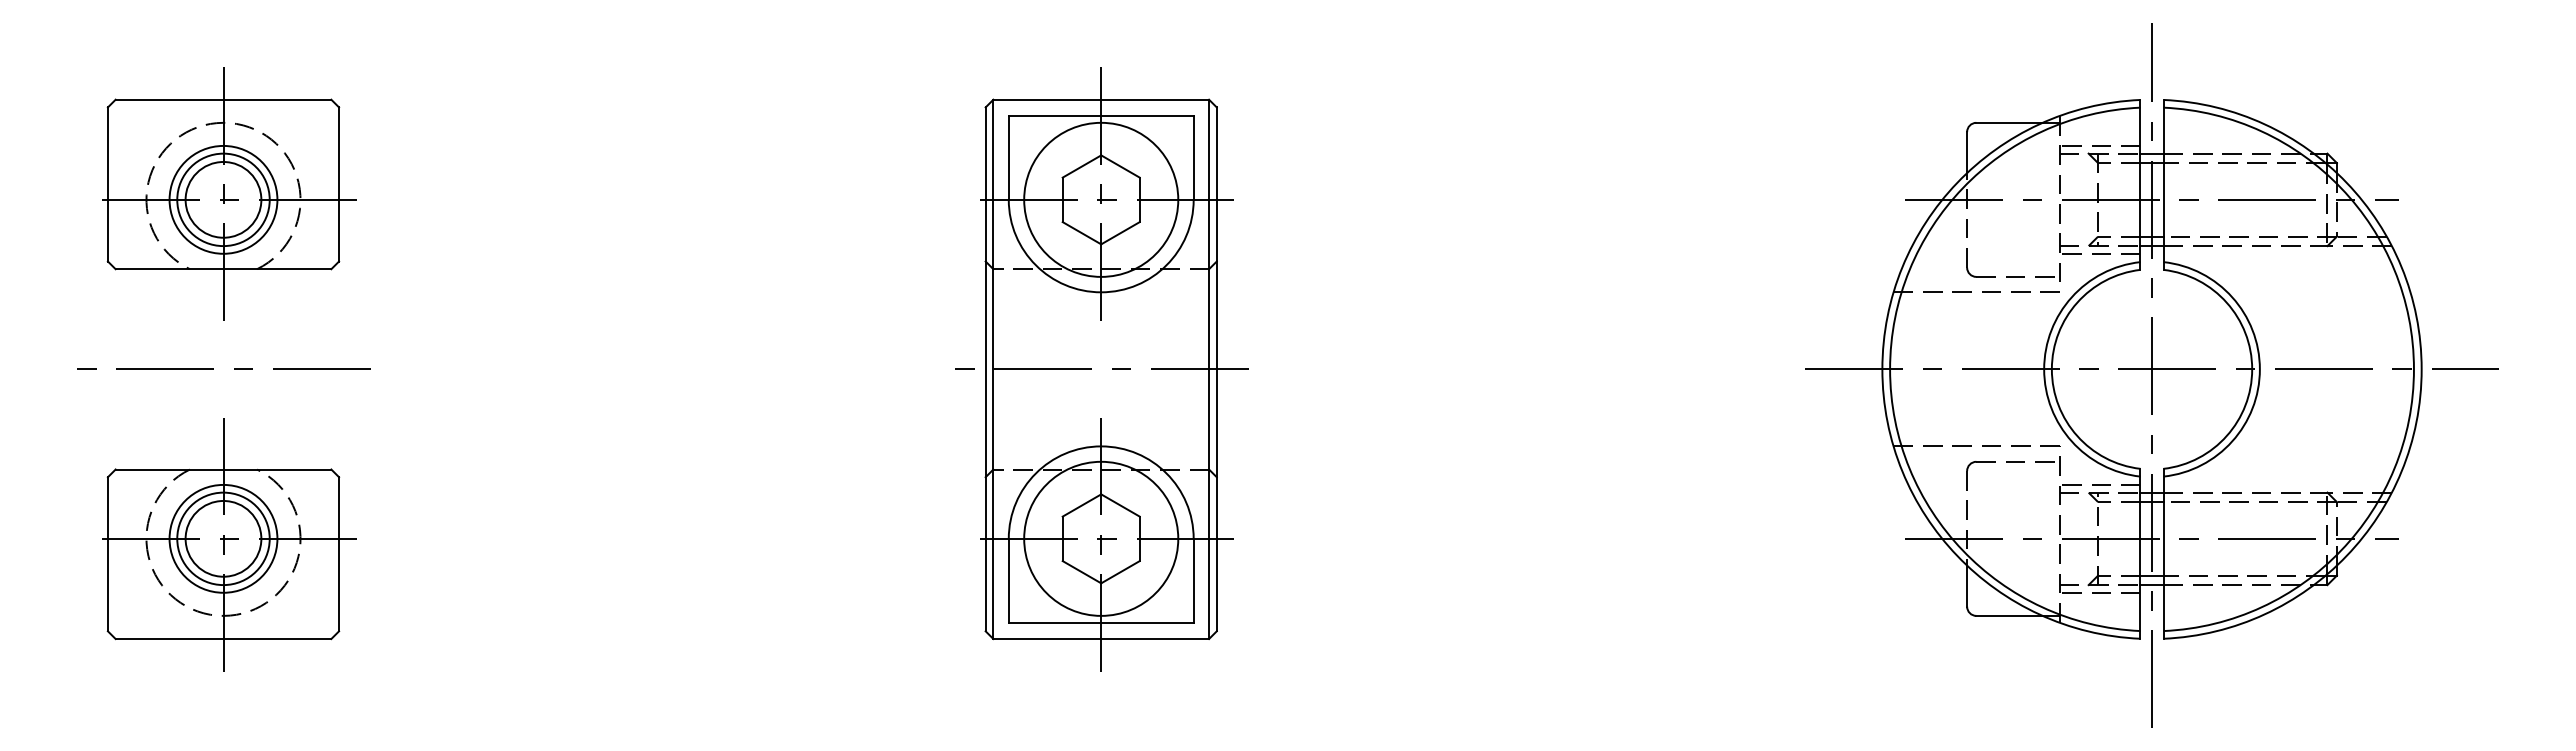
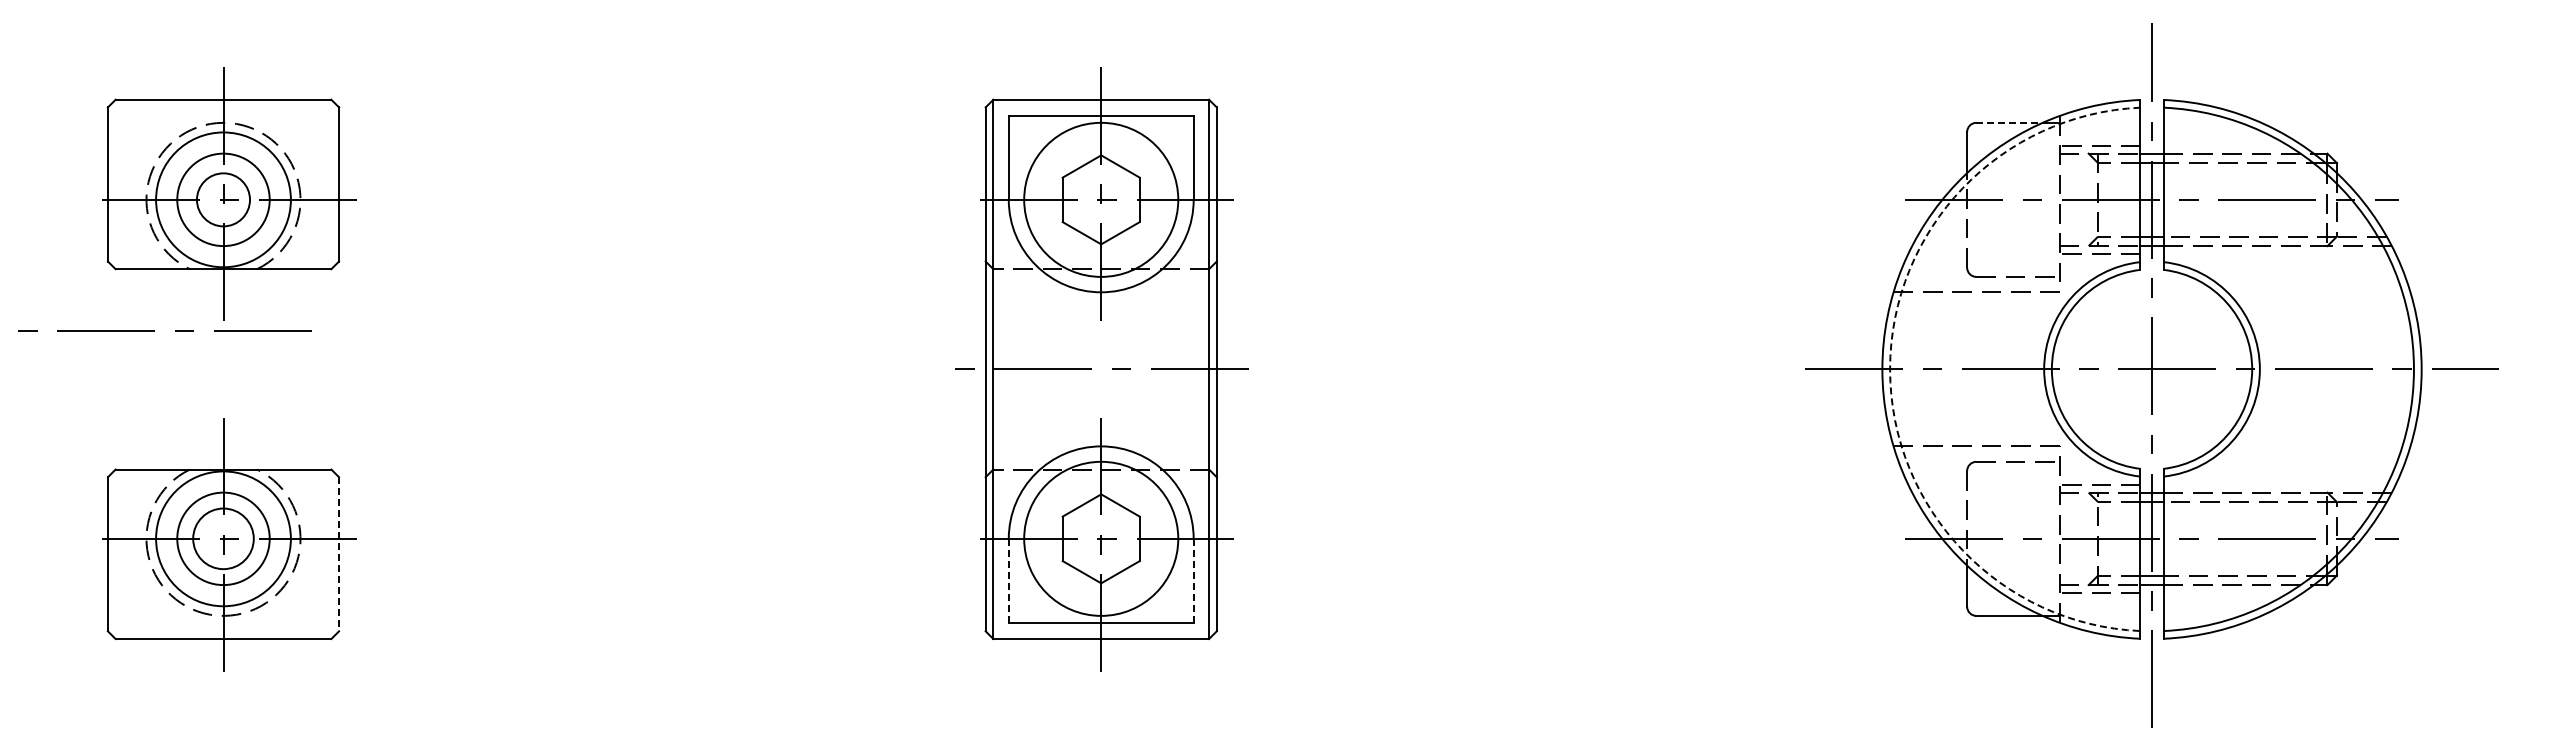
line at (2010, 122): solid -> dashed
circle at (223, 199) diameter: 108 px -> 135 px
circle at (223, 199) diameter: 76 px -> 53 px
line at (213, 368) position: (213, 368) -> (154, 330)
arc at (1890, 369): solid -> dashed
circle at (223, 538) diameter: 108 px -> 135 px
circle at (223, 538) diameter: 76 px -> 61 px
line at (339, 554): solid -> dashed
line at (1008, 580): solid -> dashed
line at (1193, 580): solid -> dashed
